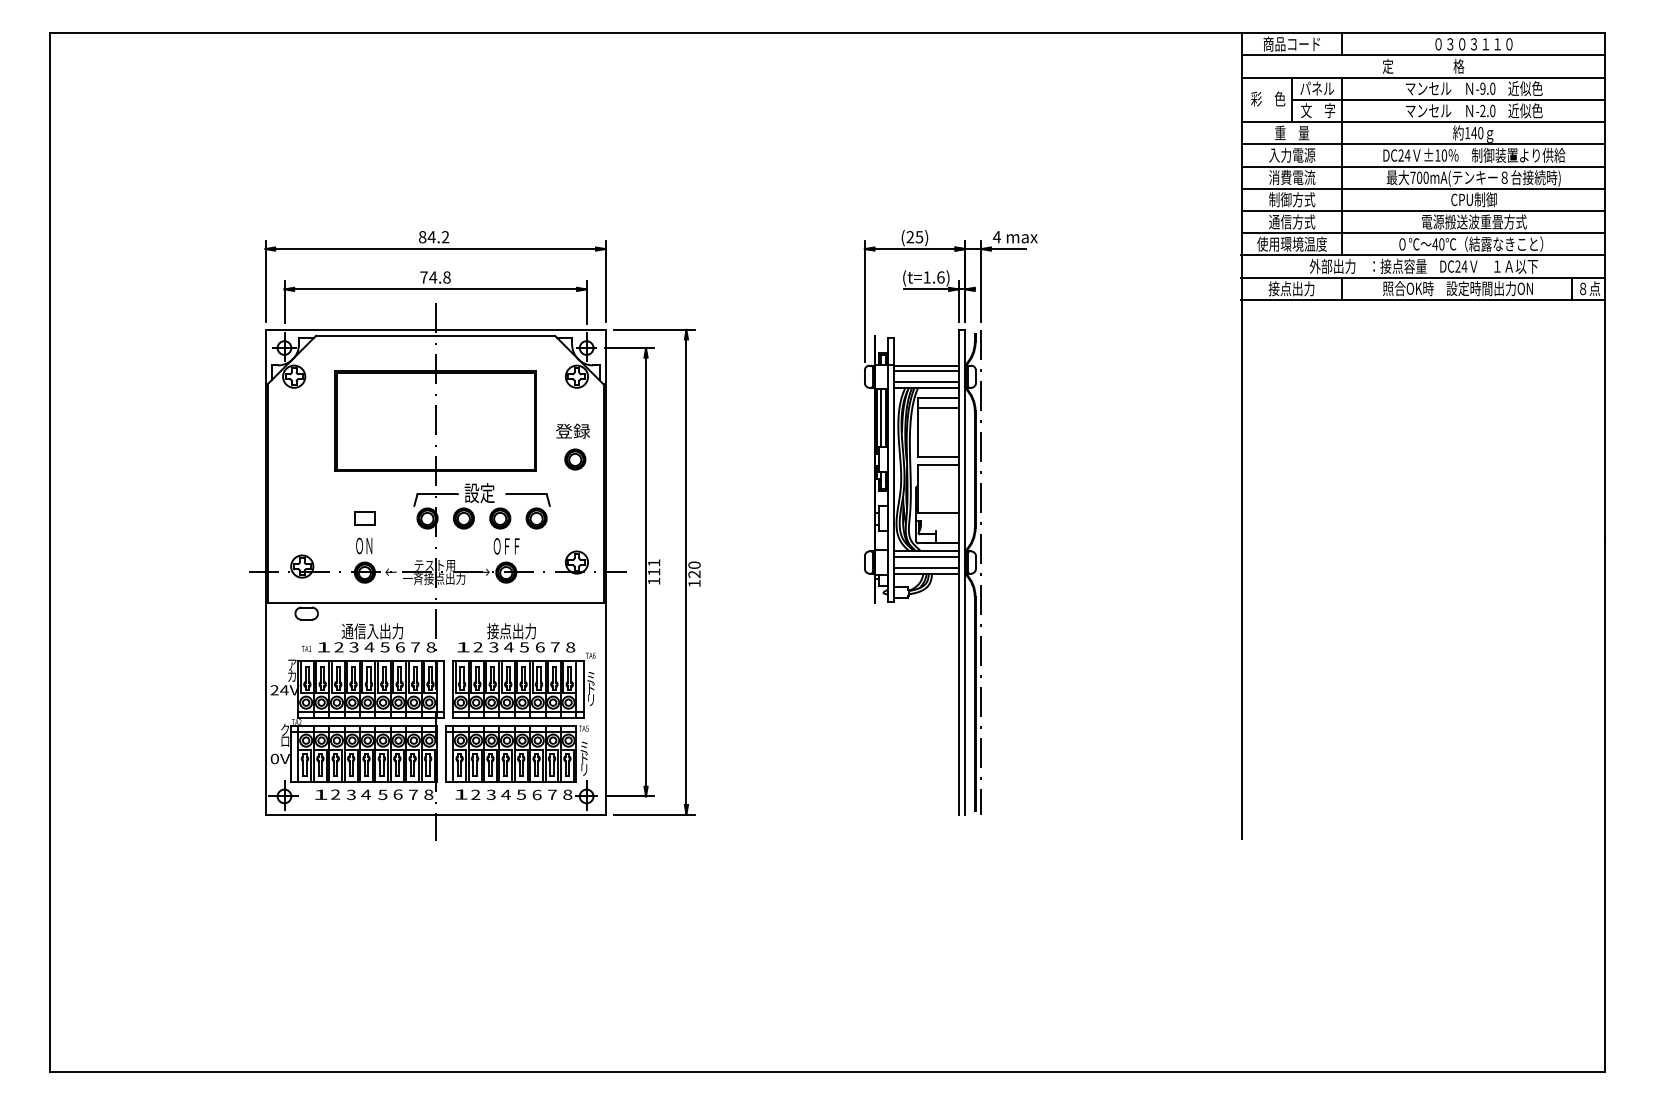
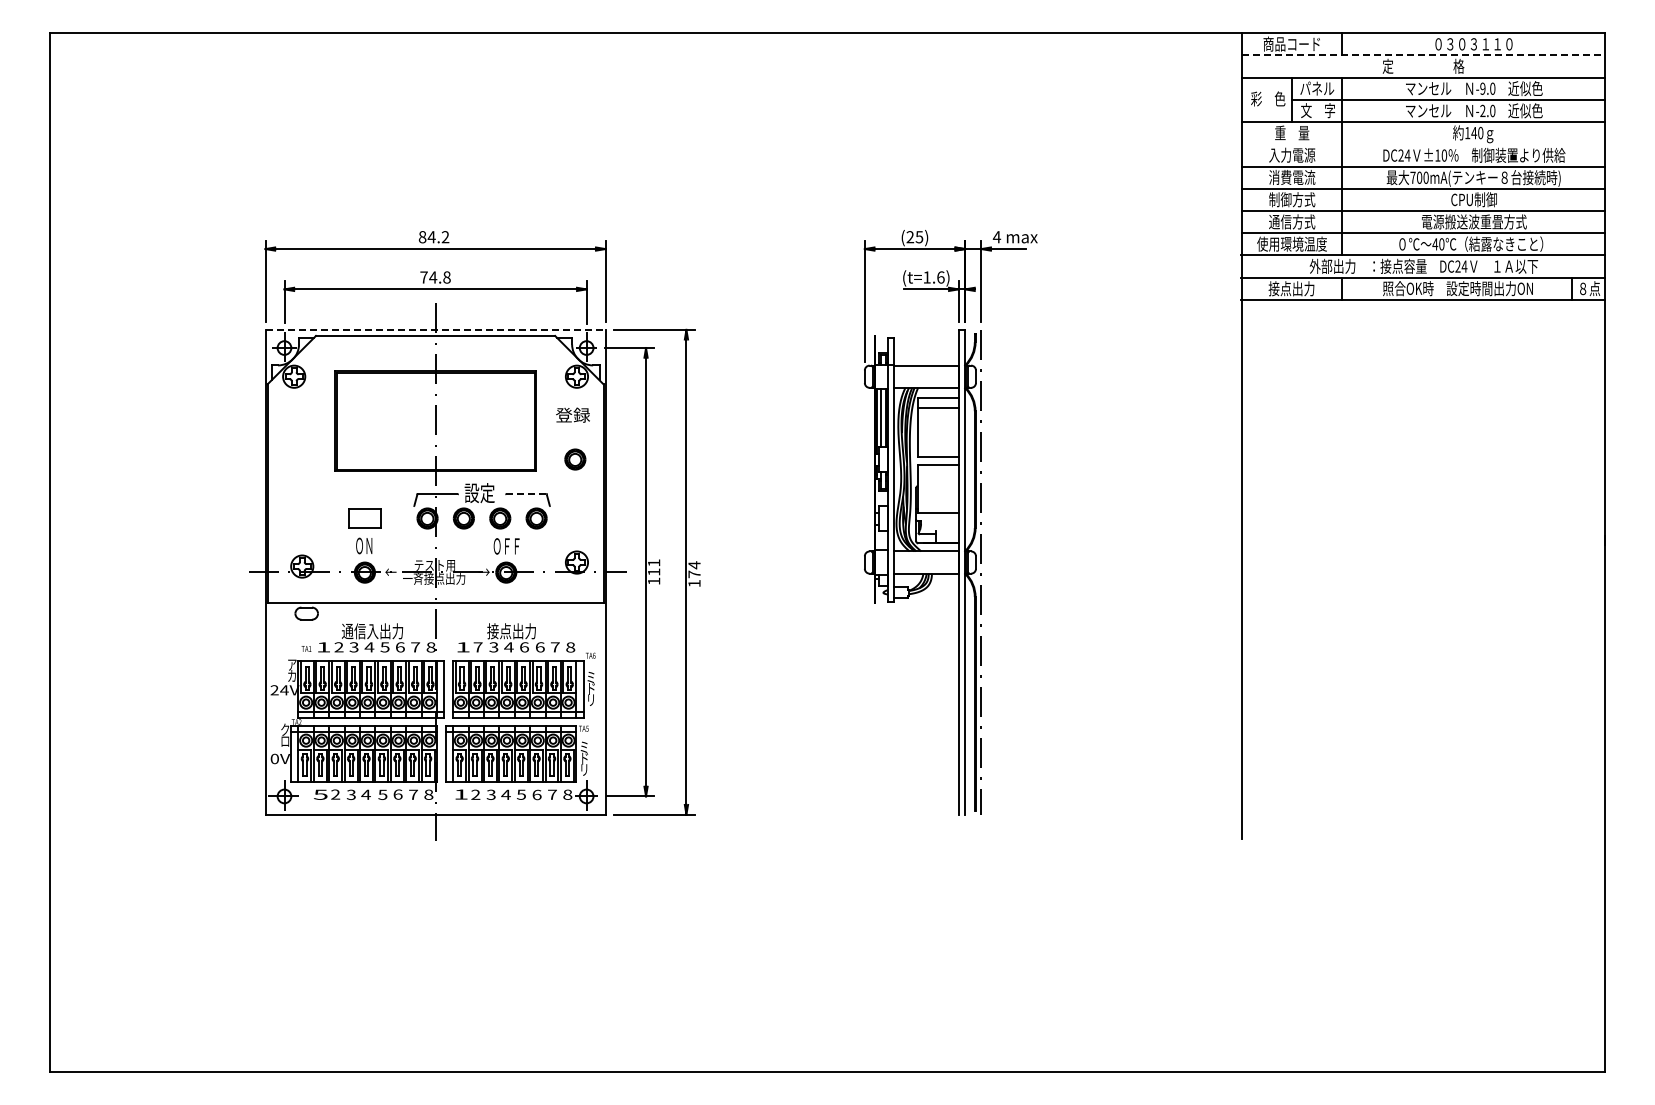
line at (1423, 55): solid -> dashed
line at (1423, 144): present -> none
line at (436, 329): solid -> dashed
line at (926, 371): present -> none
line at (926, 382): present -> none
text at (572, 430) position: (572, 430) -> (572, 414)
line at (527, 494): solid -> dashed
part at (364, 518) size: 22x15 px -> 34x21 px
line at (926, 557): present -> none
line at (926, 568): present -> none
text at (694, 569): 120 -> 174
text at (477, 647): 2 -> 7
text at (523, 647): 5 -> 6
text at (320, 794): 1 -> 5
